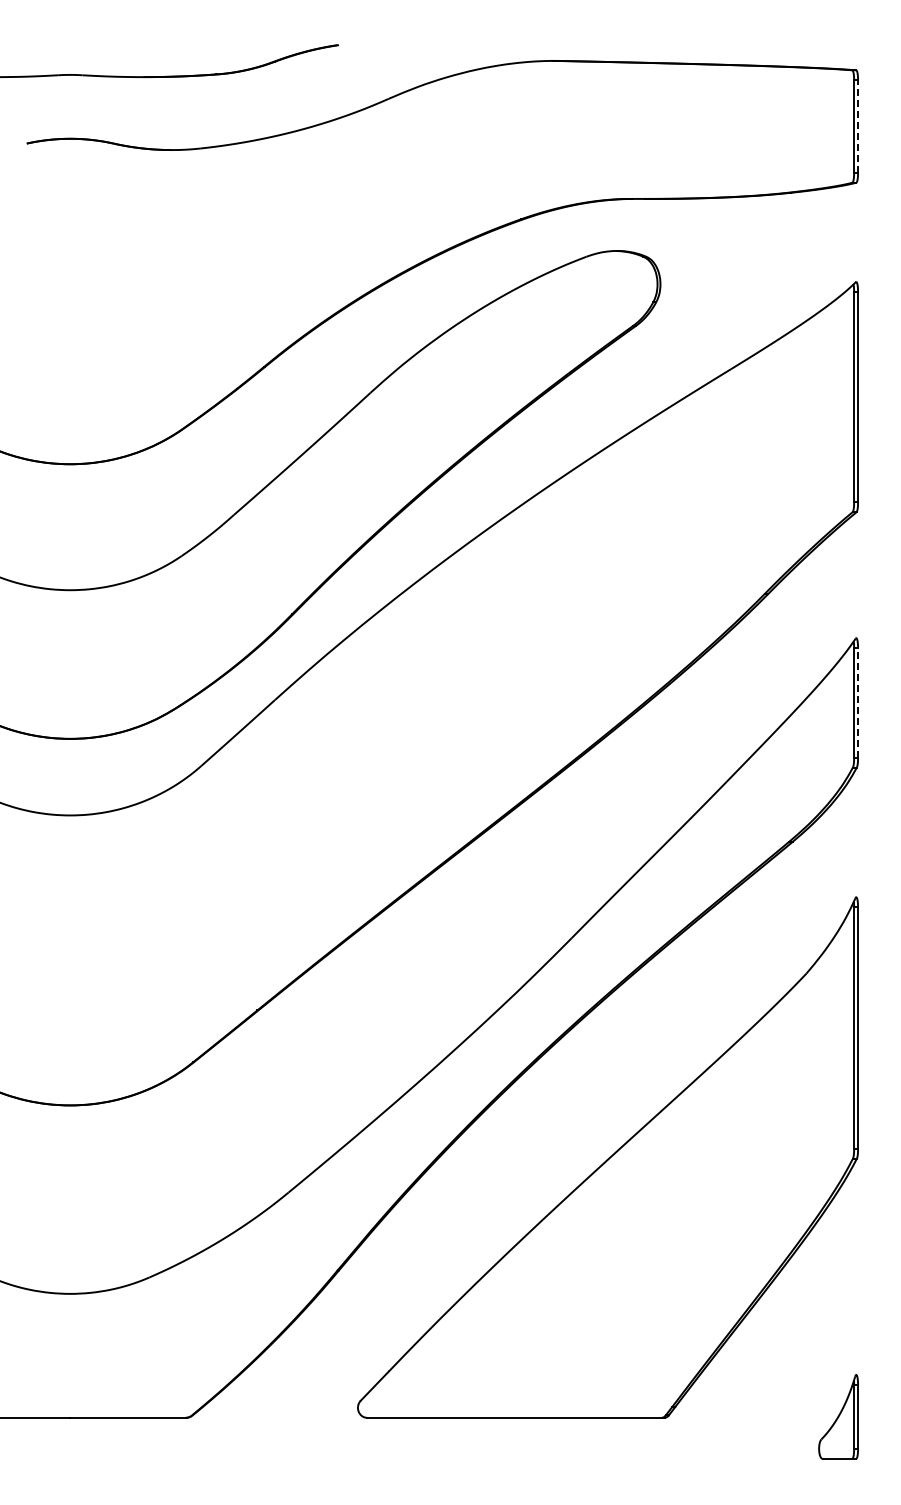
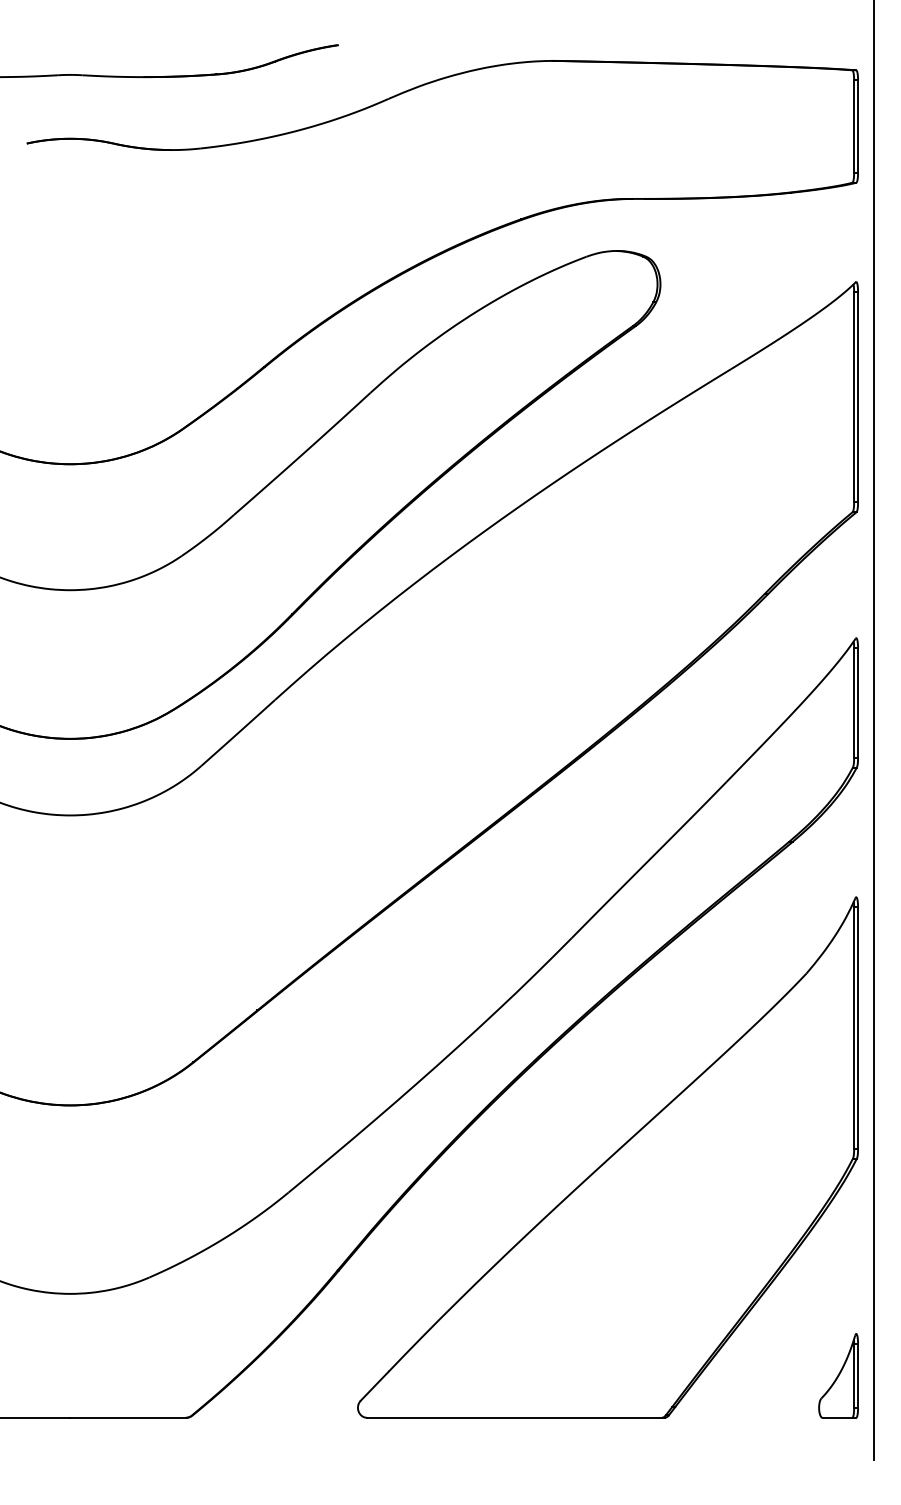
line at (858, 126): dashed -> solid
line at (858, 703): dashed -> solid
line at (874, 730): none -> present
part at (838, 1416) position: (838, 1416) -> (838, 1375)
